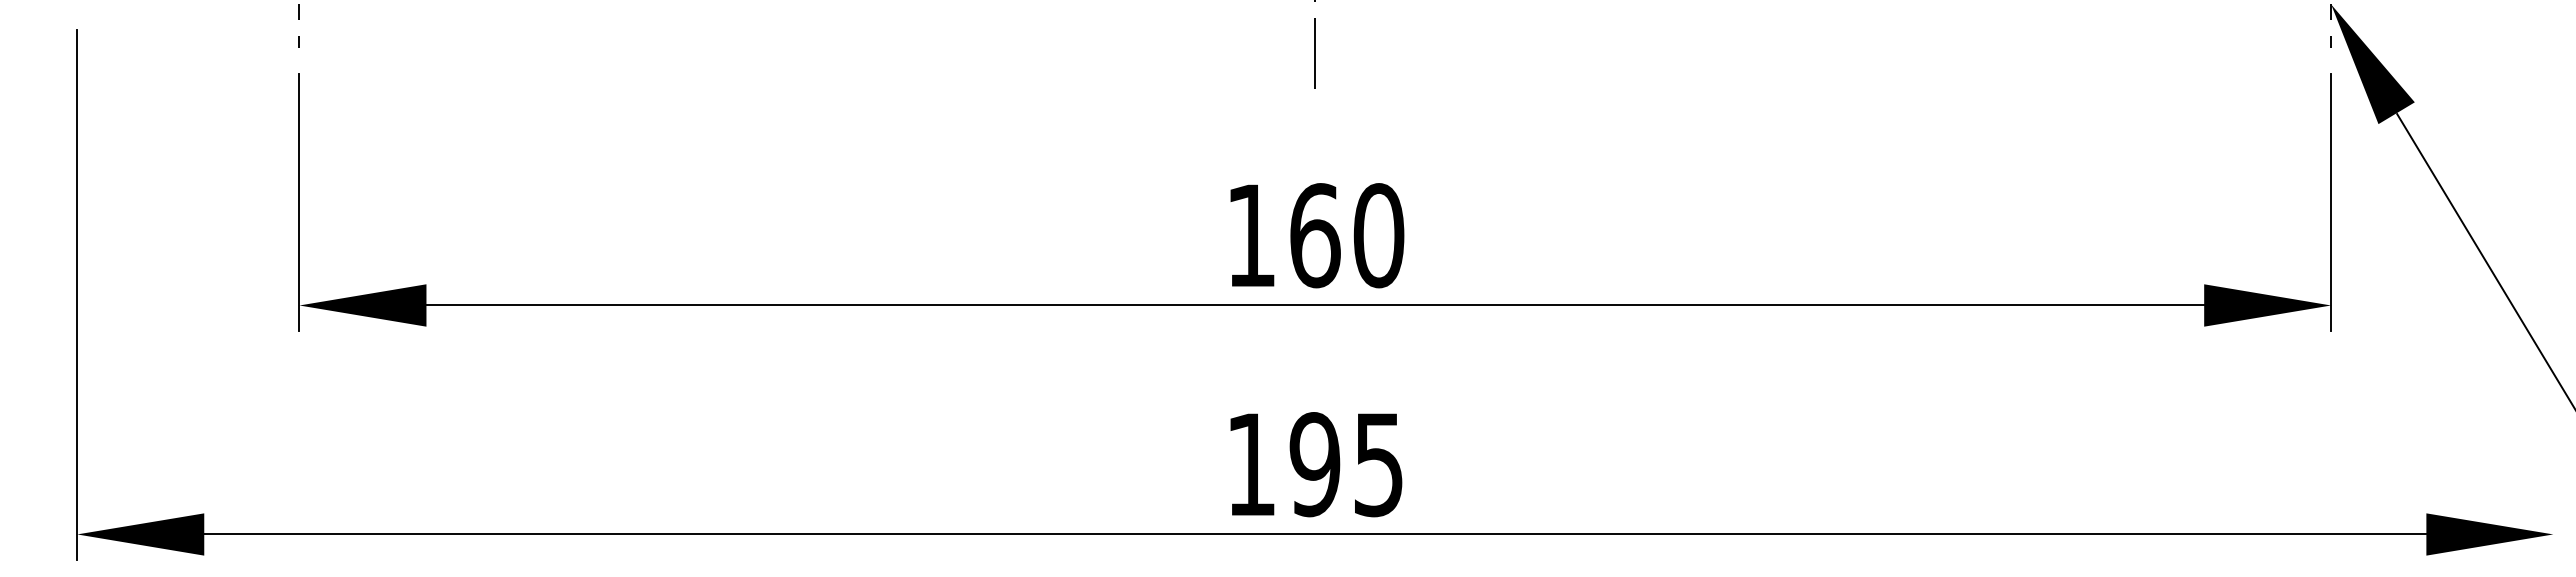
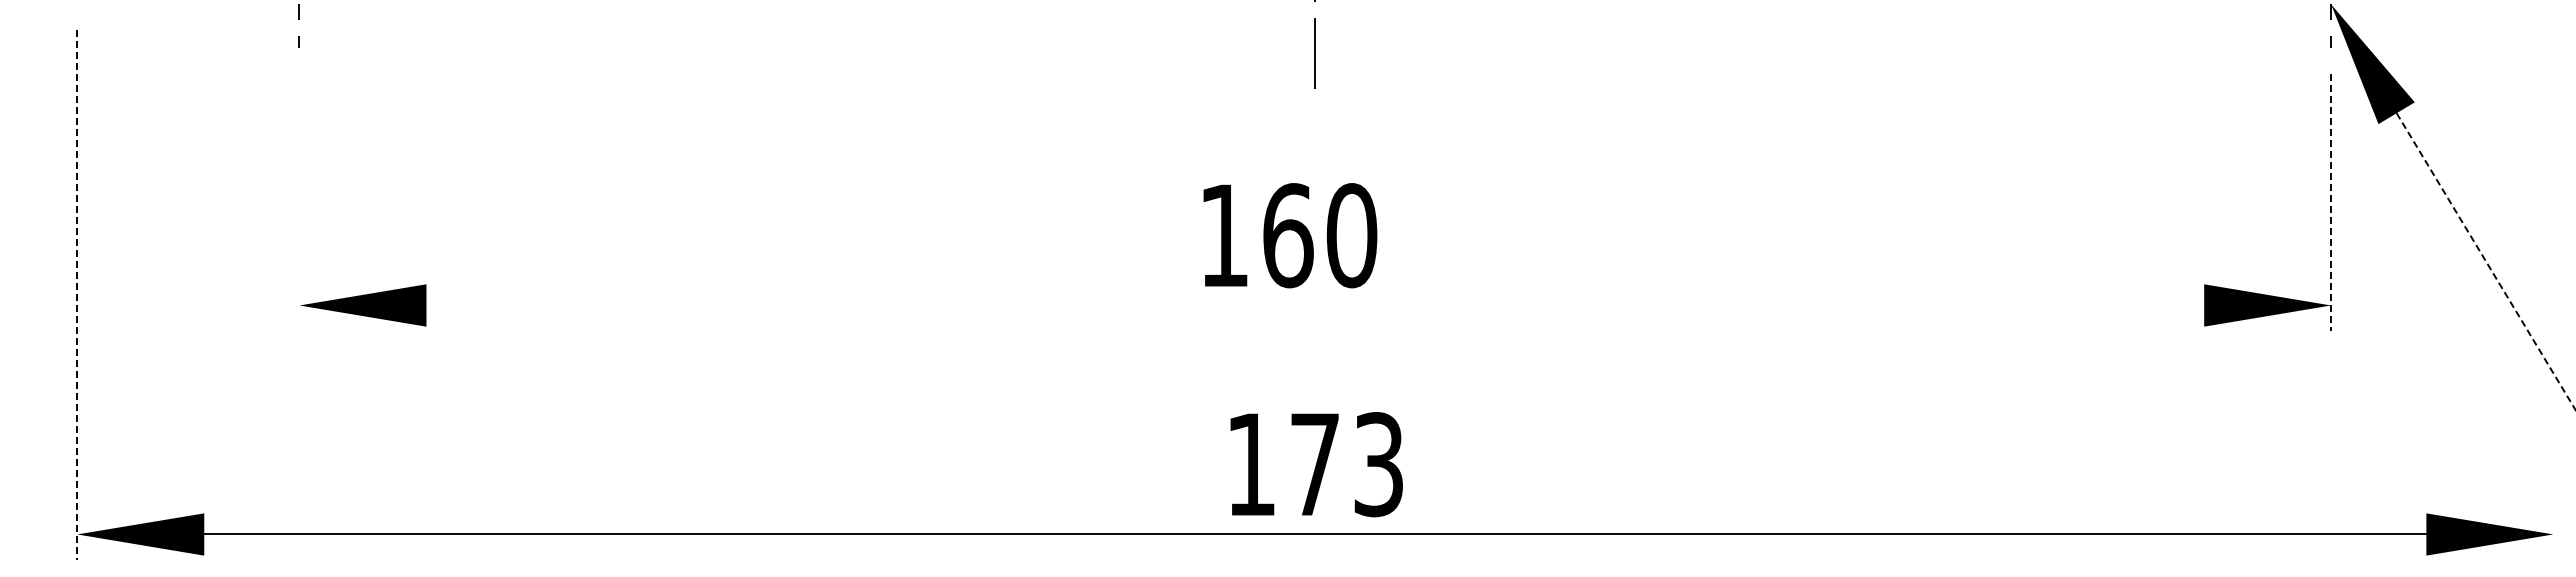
line at (299, 201): present -> none
line at (2331, 202): solid -> dashed
text at (1317, 235) position: (1317, 235) -> (1290, 235)
line at (2486, 261): solid -> dashed
line at (77, 295): solid -> dashed
line at (1315, 305): present -> none
text at (1345, 464): 195 -> 173
